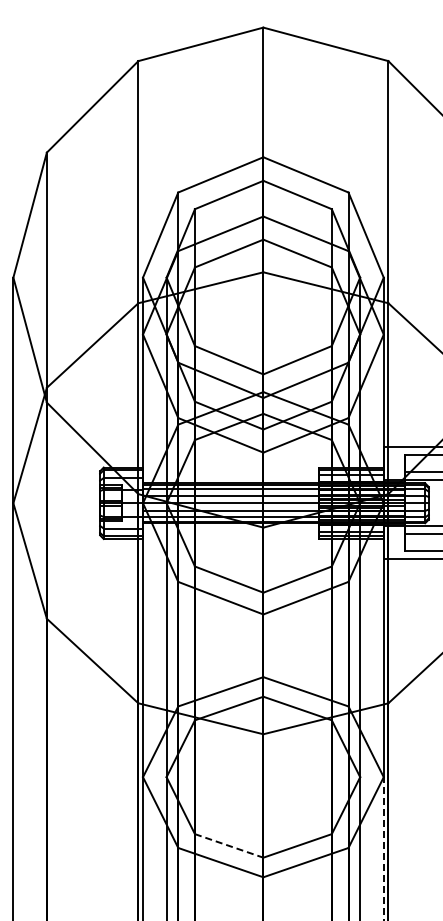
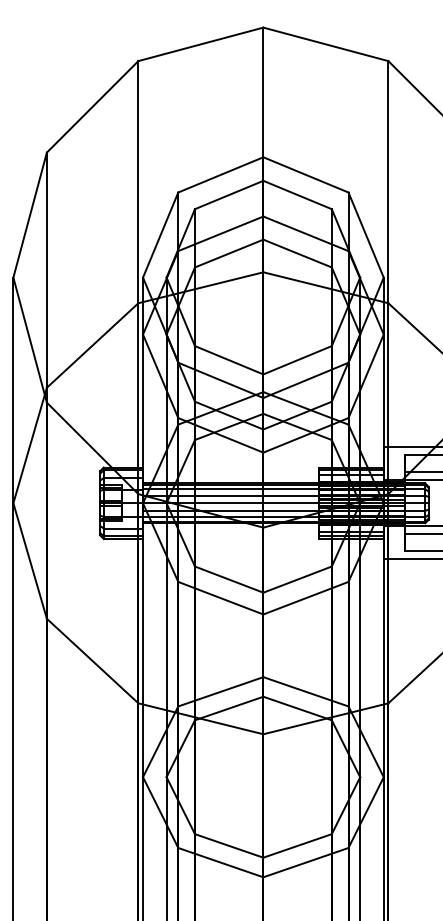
line at (229, 846): dashed -> solid
line at (383, 848): dashed -> solid
